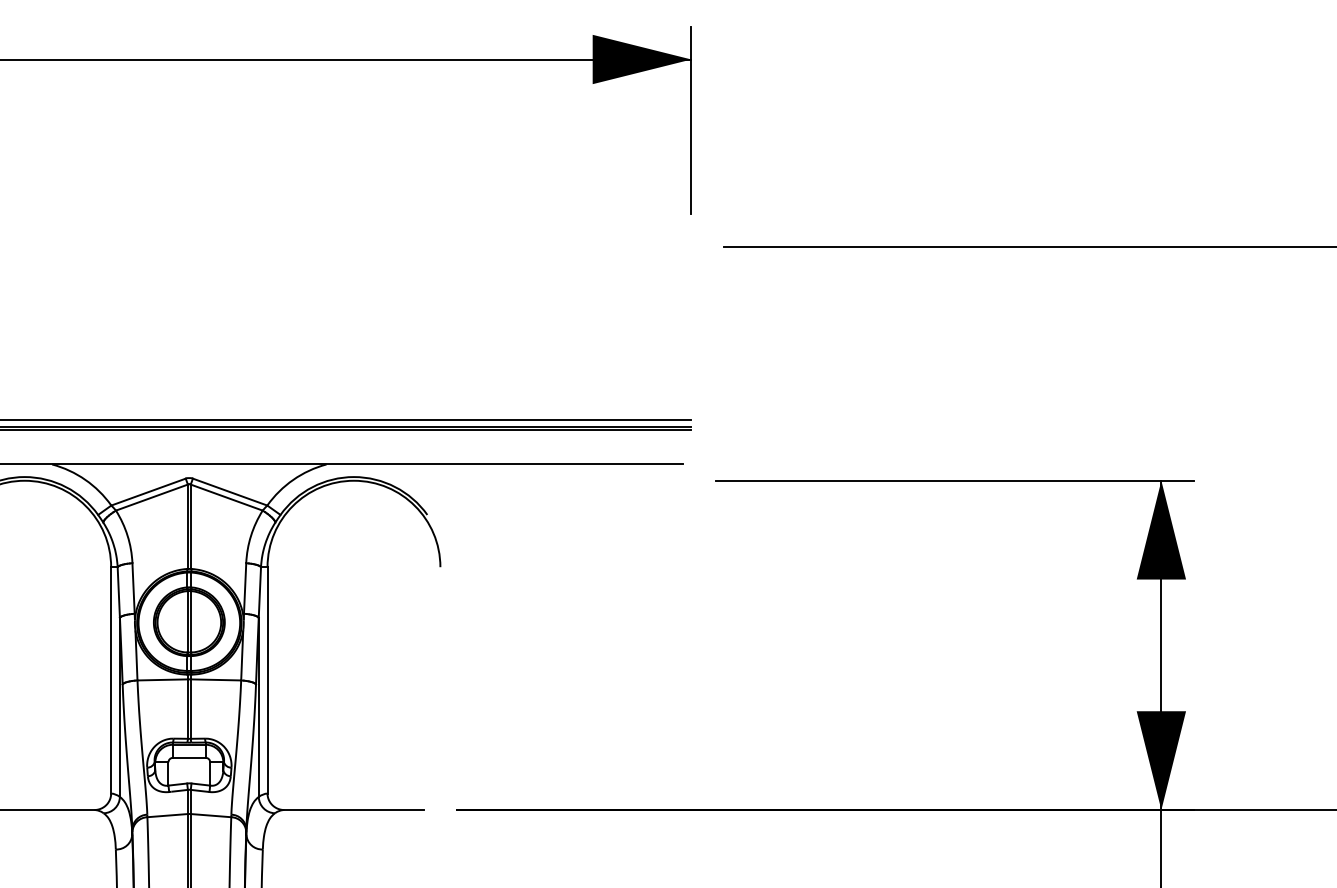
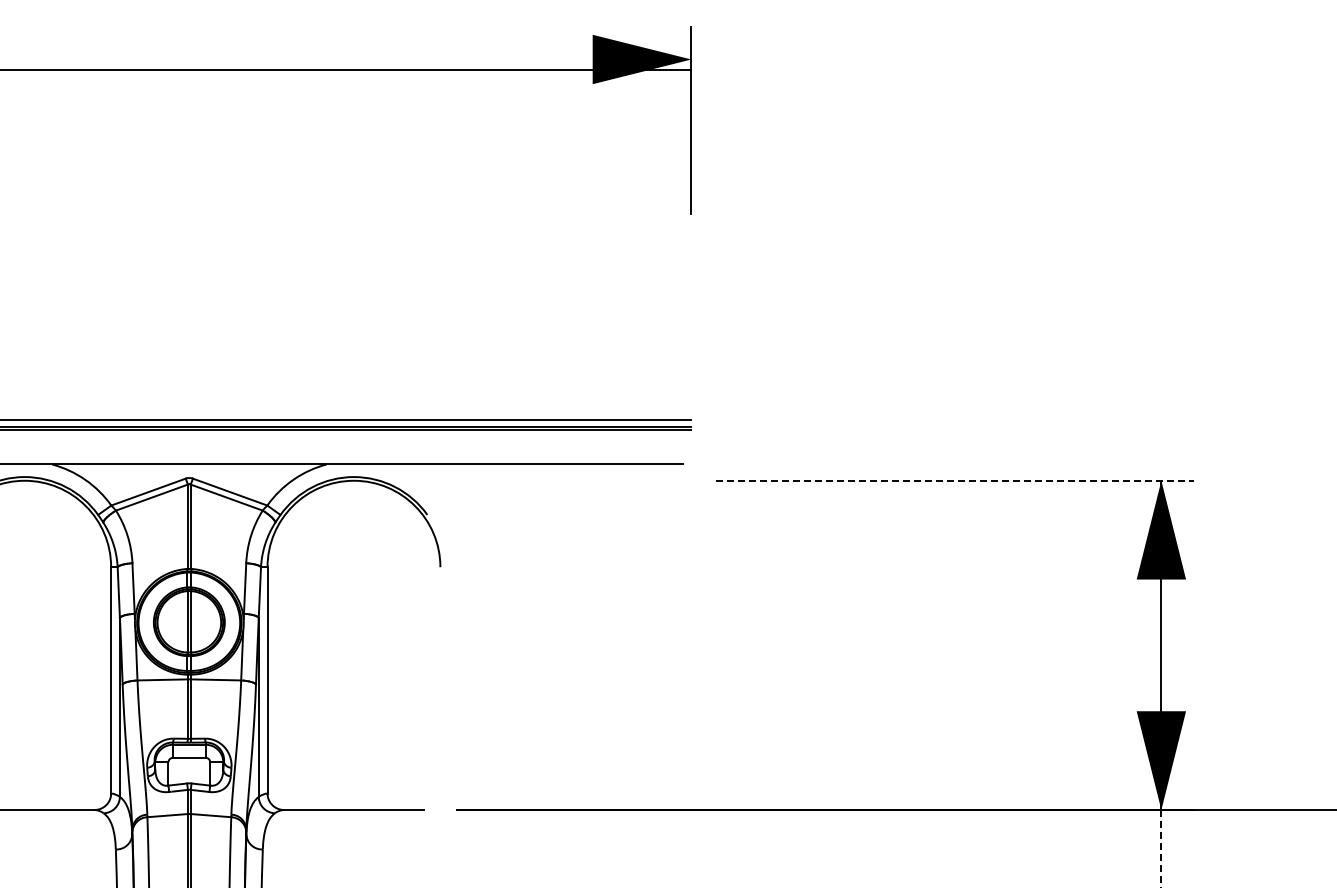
line at (346, 59) position: (346, 59) -> (346, 69)
line at (1028, 247): present -> none
line at (955, 480): solid -> dashed
line at (1161, 848): solid -> dashed
